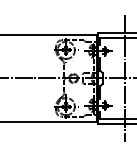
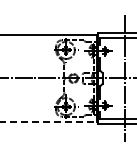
line at (49, 122): solid -> dashed
